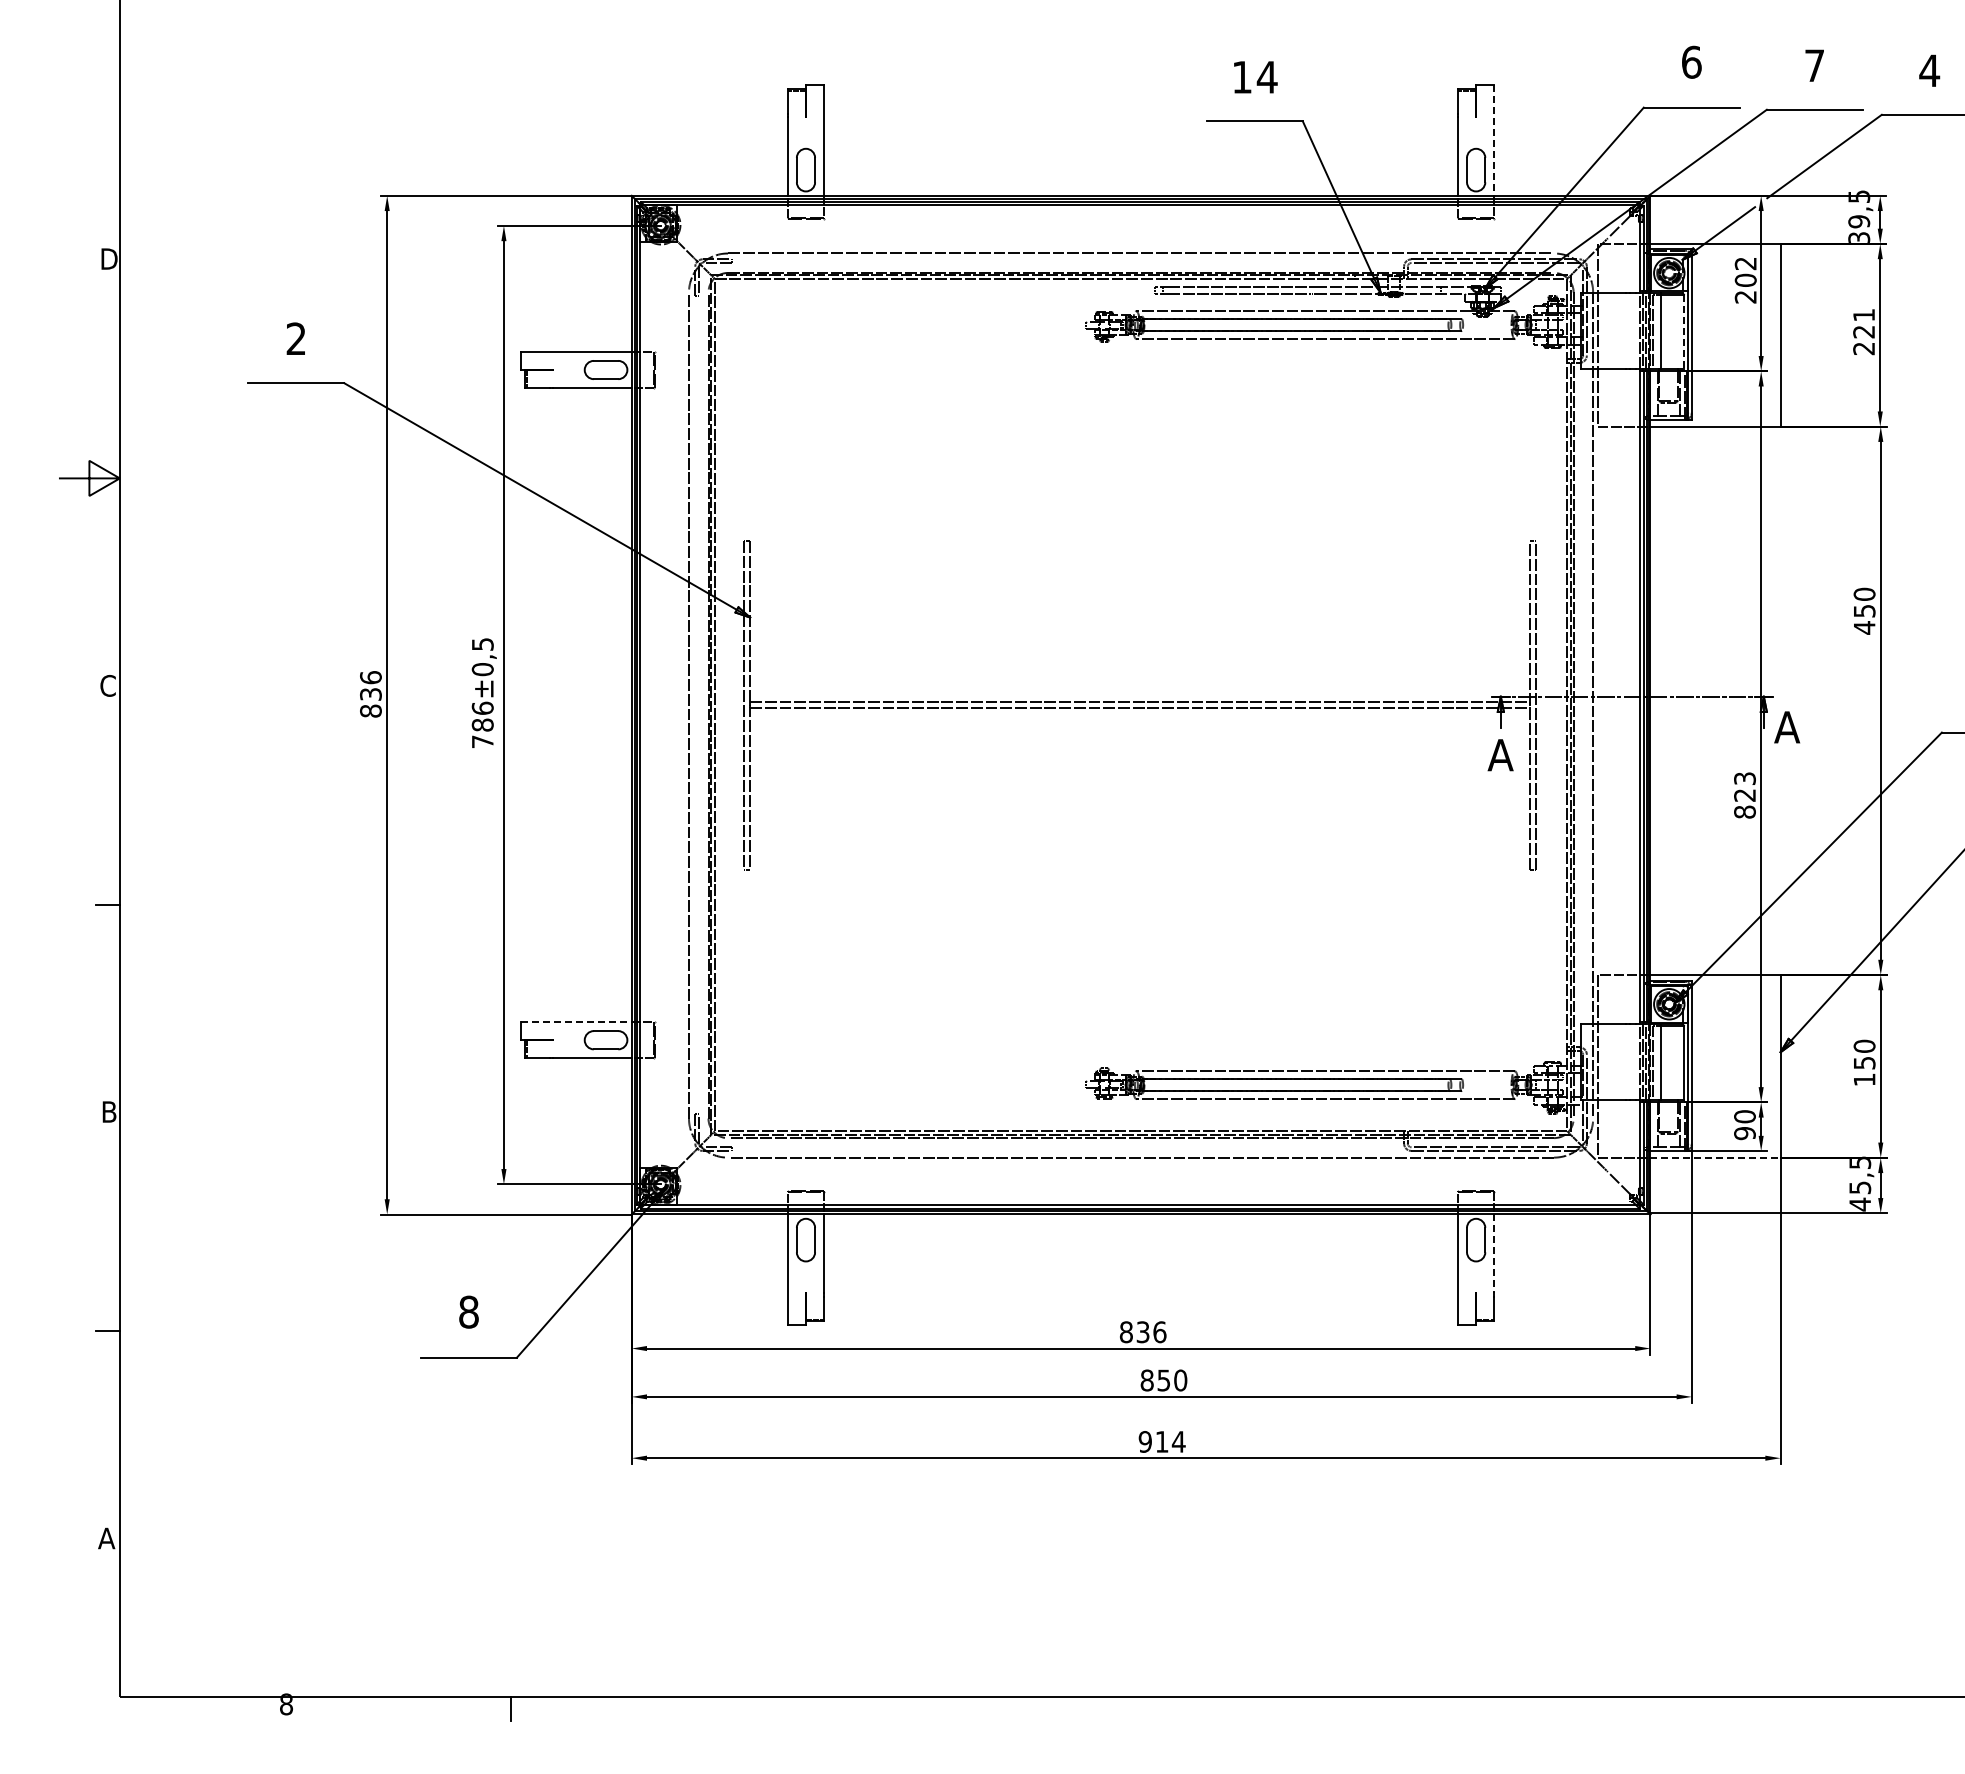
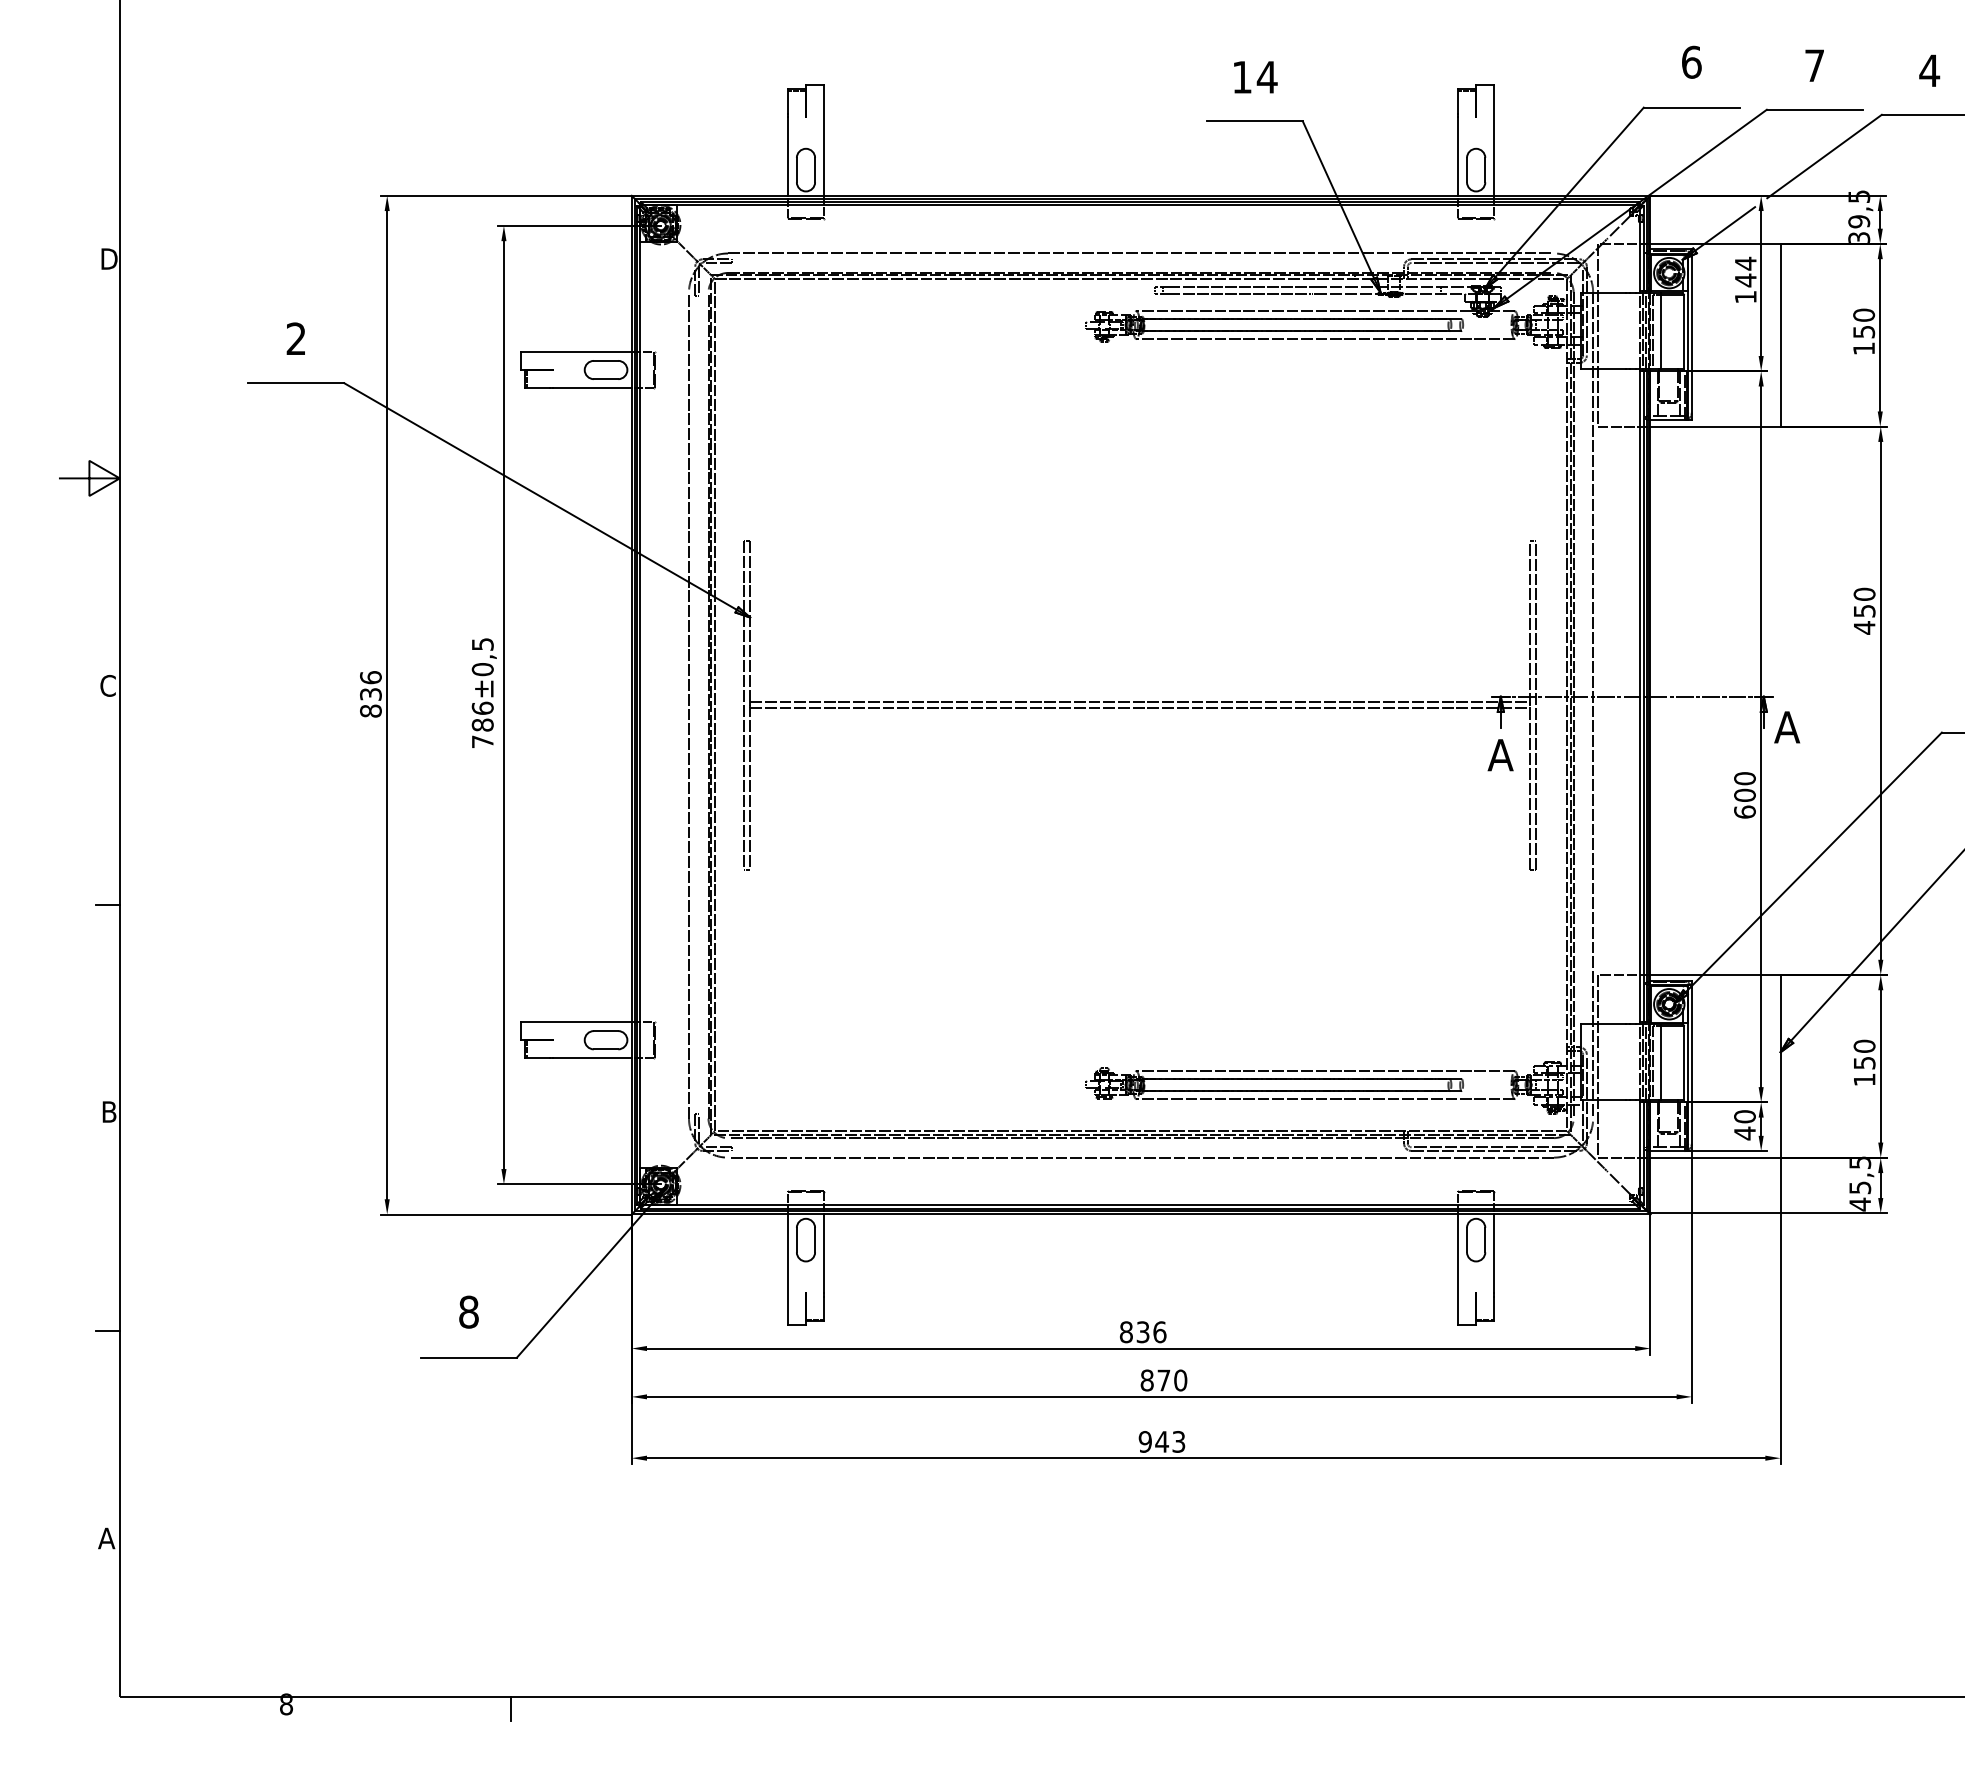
line at (1494, 140): dashed -> solid
text at (1745, 279): 202 -> 144
text at (1864, 331): 221 -> 150
line at (1683, 332): dashed -> solid
text at (1744, 795): 823 -> 600
line at (576, 1021): dashed -> solid
text at (1744, 1133): 90 -> 40
line at (1716, 1157): dashed -> solid
line at (1494, 1254): dashed -> solid
text at (1163, 1380): 850 -> 870
text at (1170, 1441): 914 -> 943
